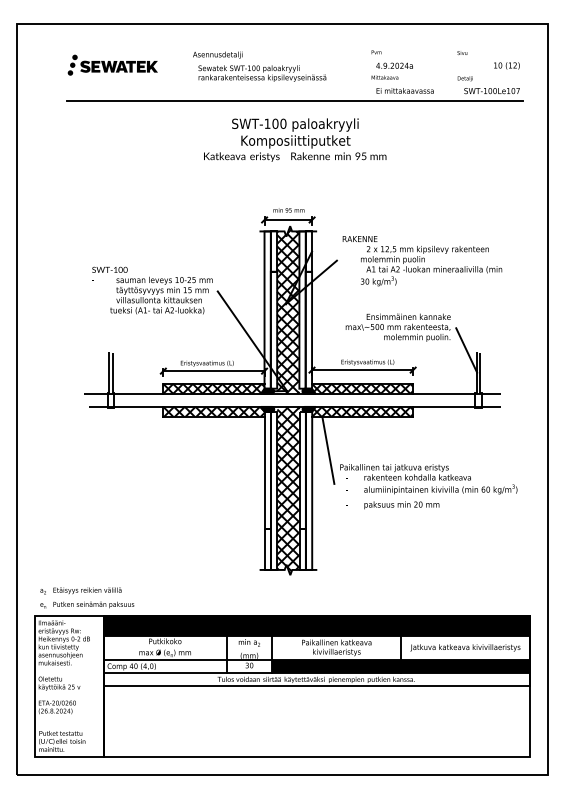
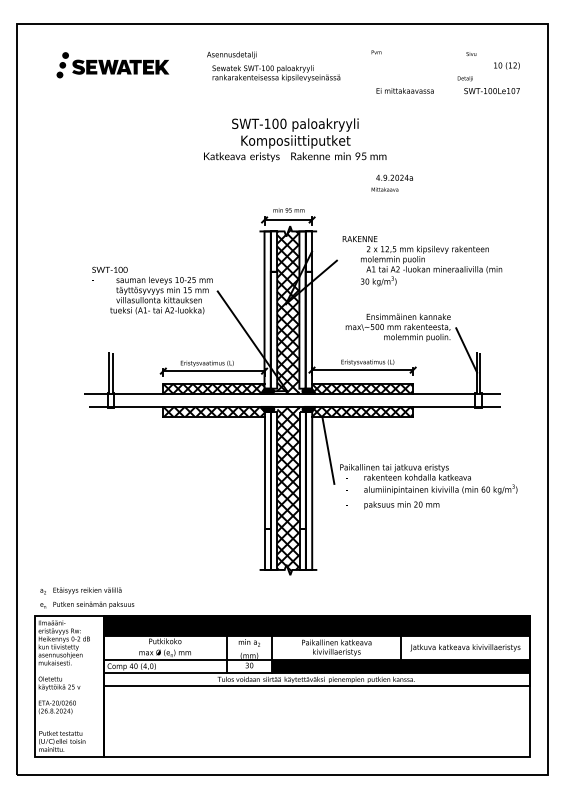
text at (462, 52) position: (462, 52) -> (471, 53)
part at (112, 64) size: 91x22 px -> 114x27 px
text at (259, 66) position: (259, 66) -> (273, 66)
text at (391, 70) position: (391, 70) -> (391, 182)
line at (294, 100): present -> none
